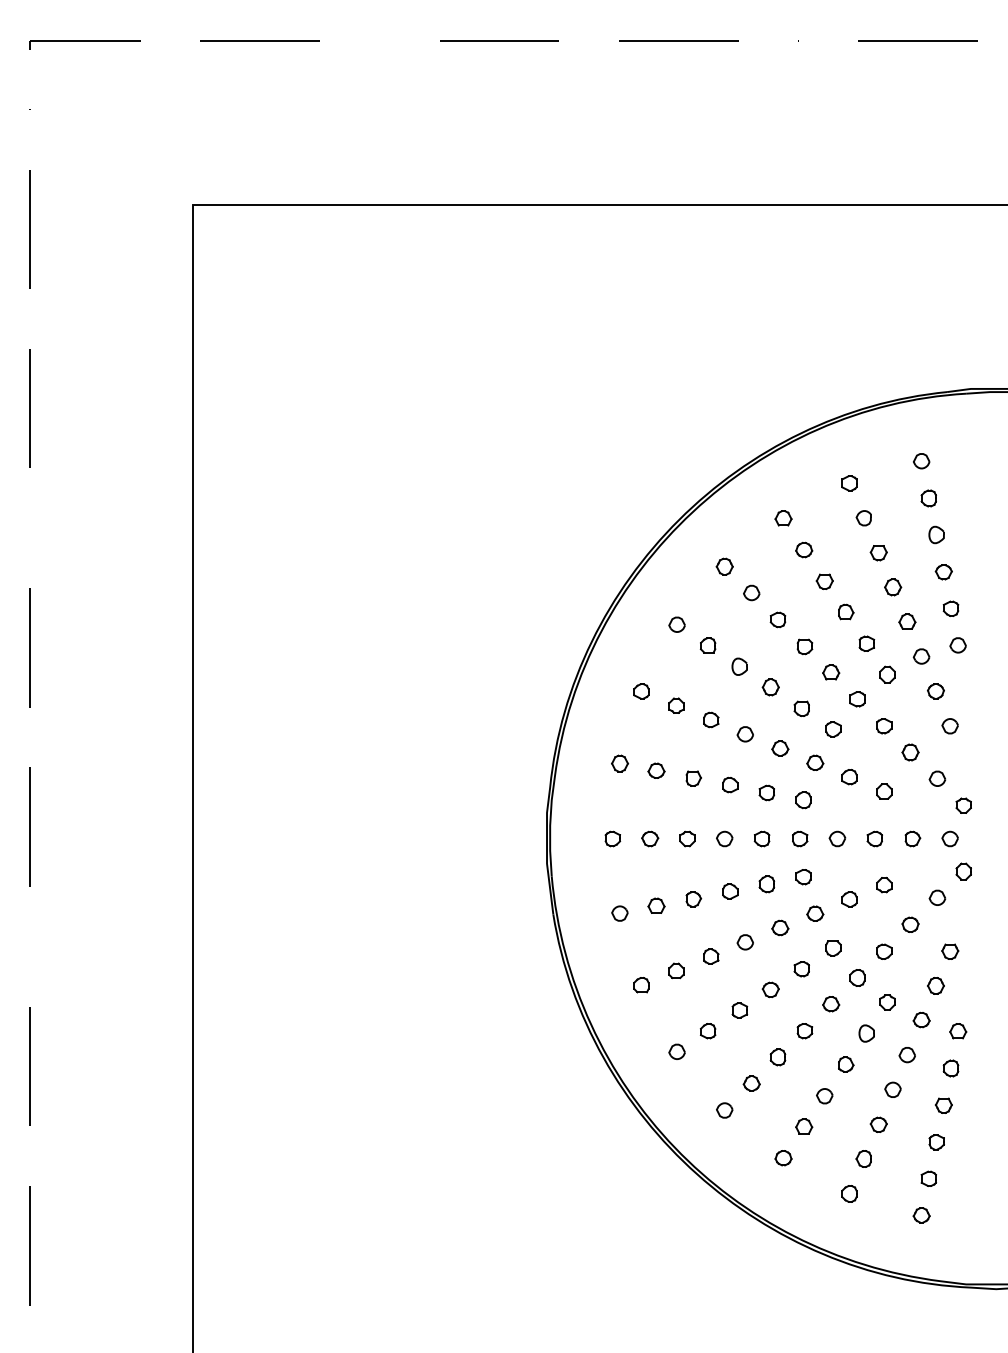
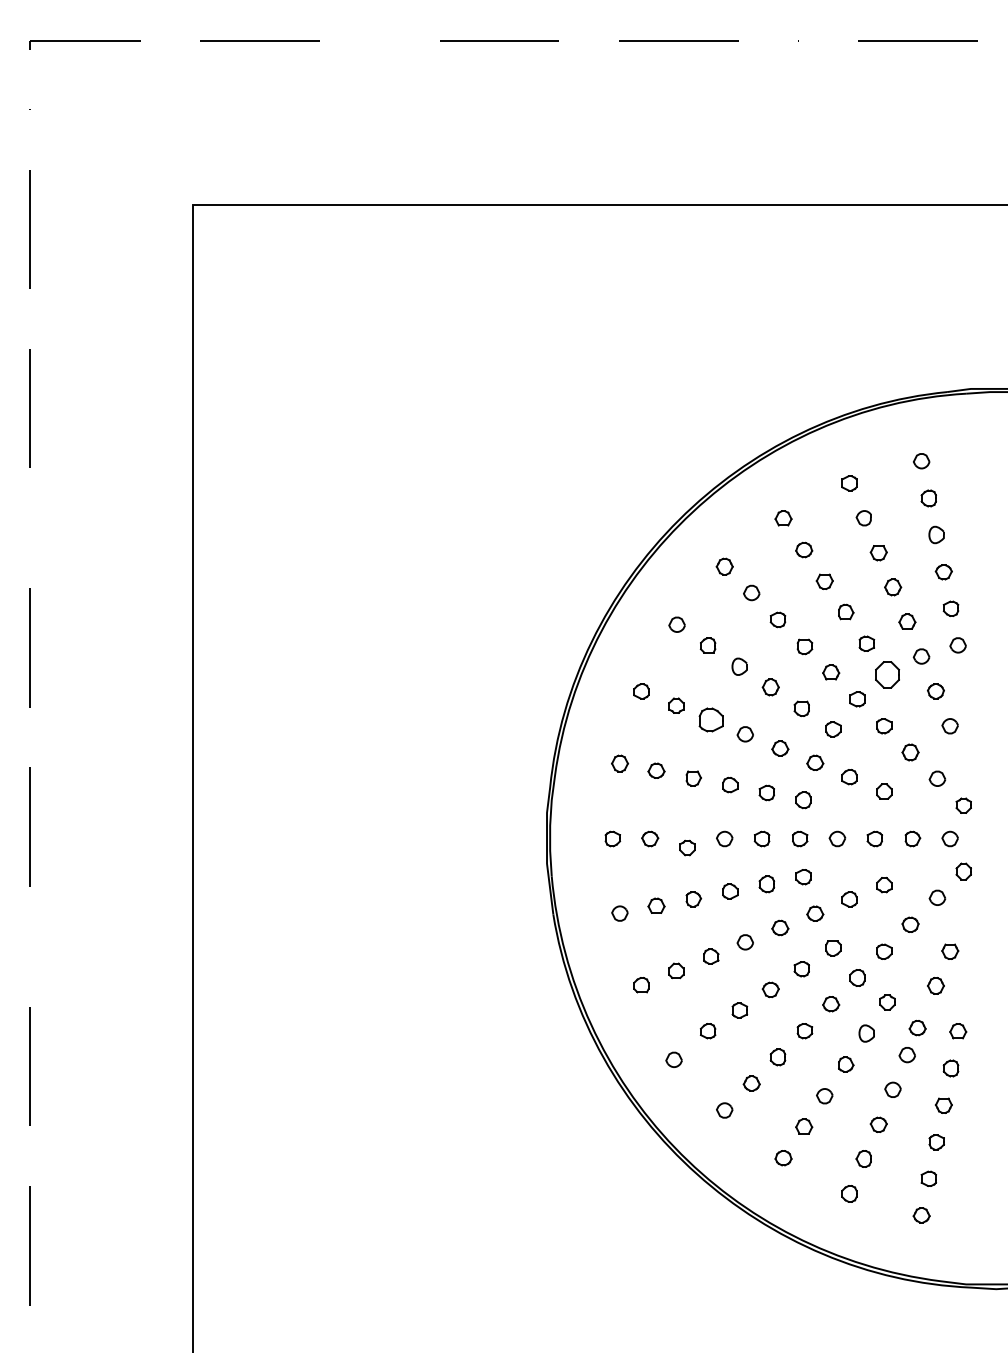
part at (887, 674) size: 17x19 px -> 25x28 px
part at (711, 719) size: 17x18 px -> 26x26 px
part at (687, 838) position: (687, 838) -> (687, 847)
part at (921, 1019) position: (921, 1019) -> (917, 1027)
part at (676, 1051) position: (676, 1051) -> (673, 1059)
